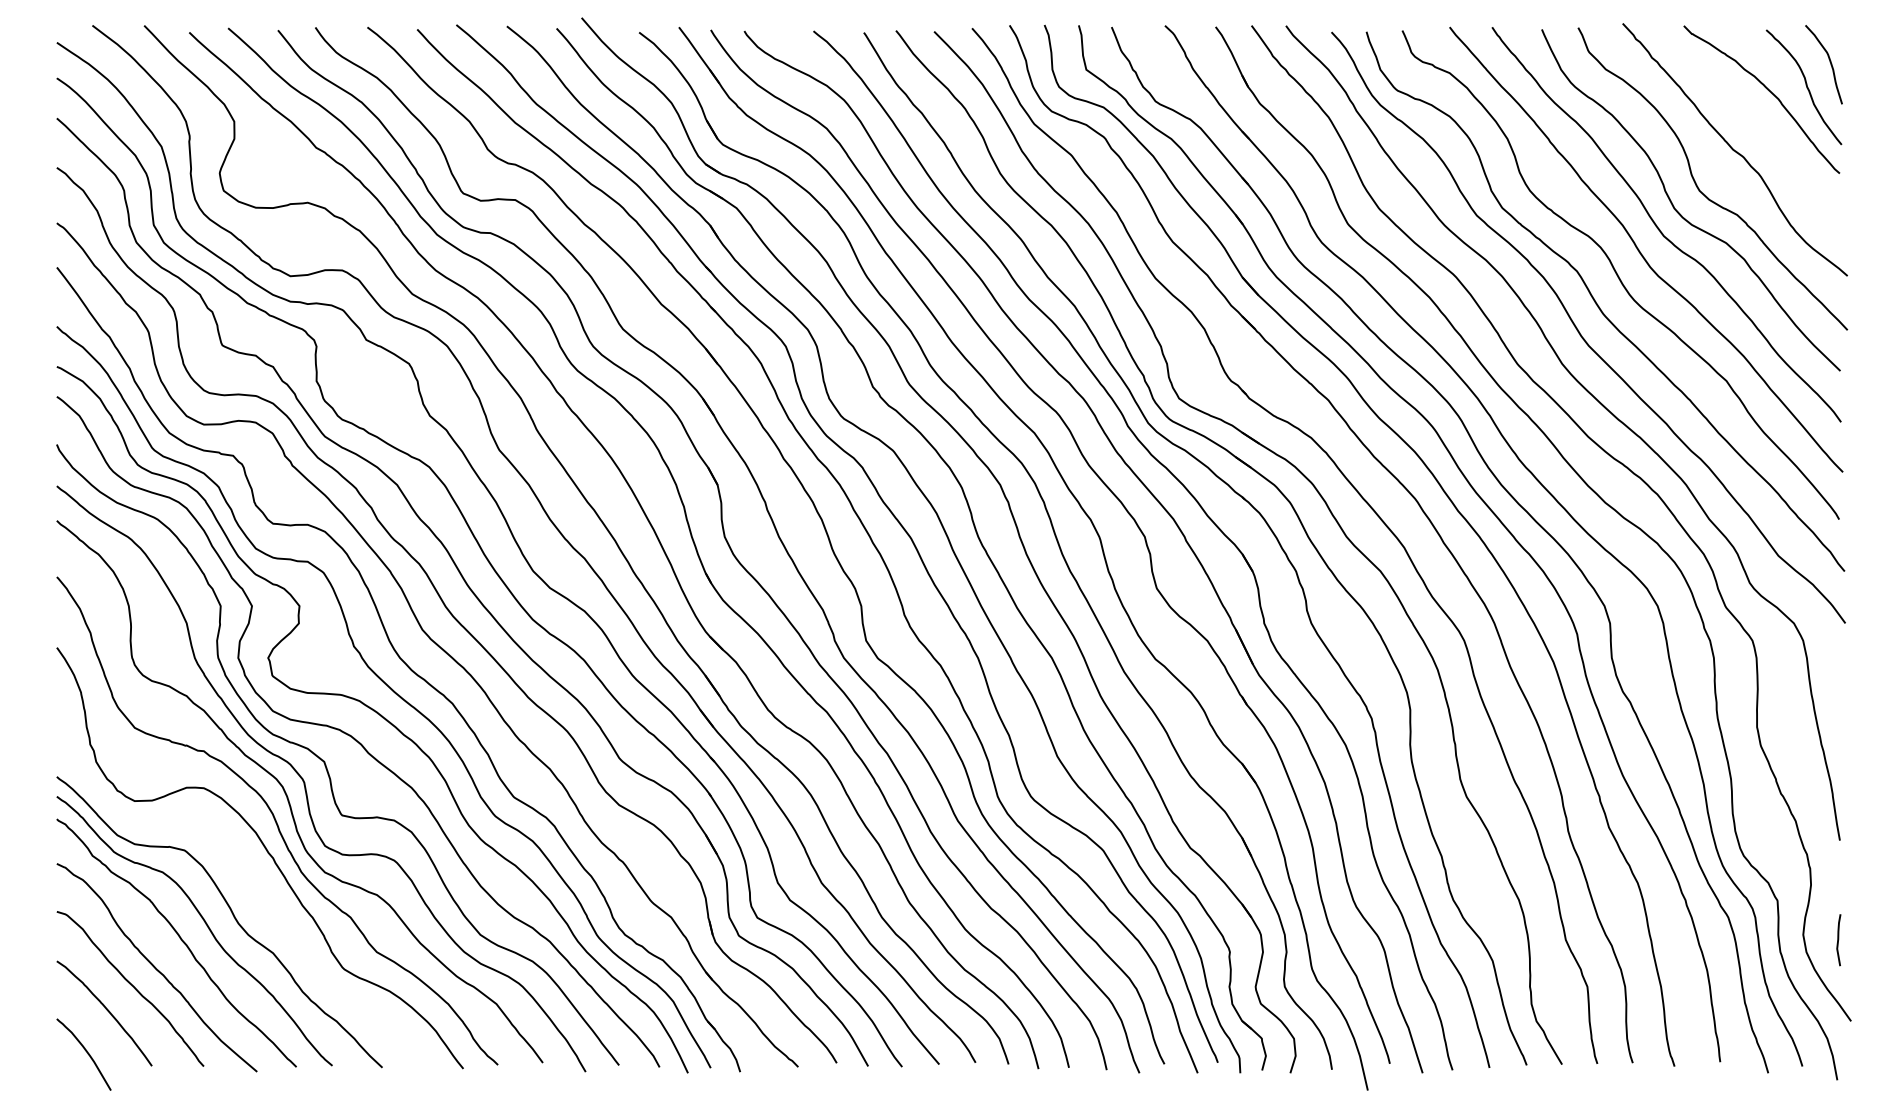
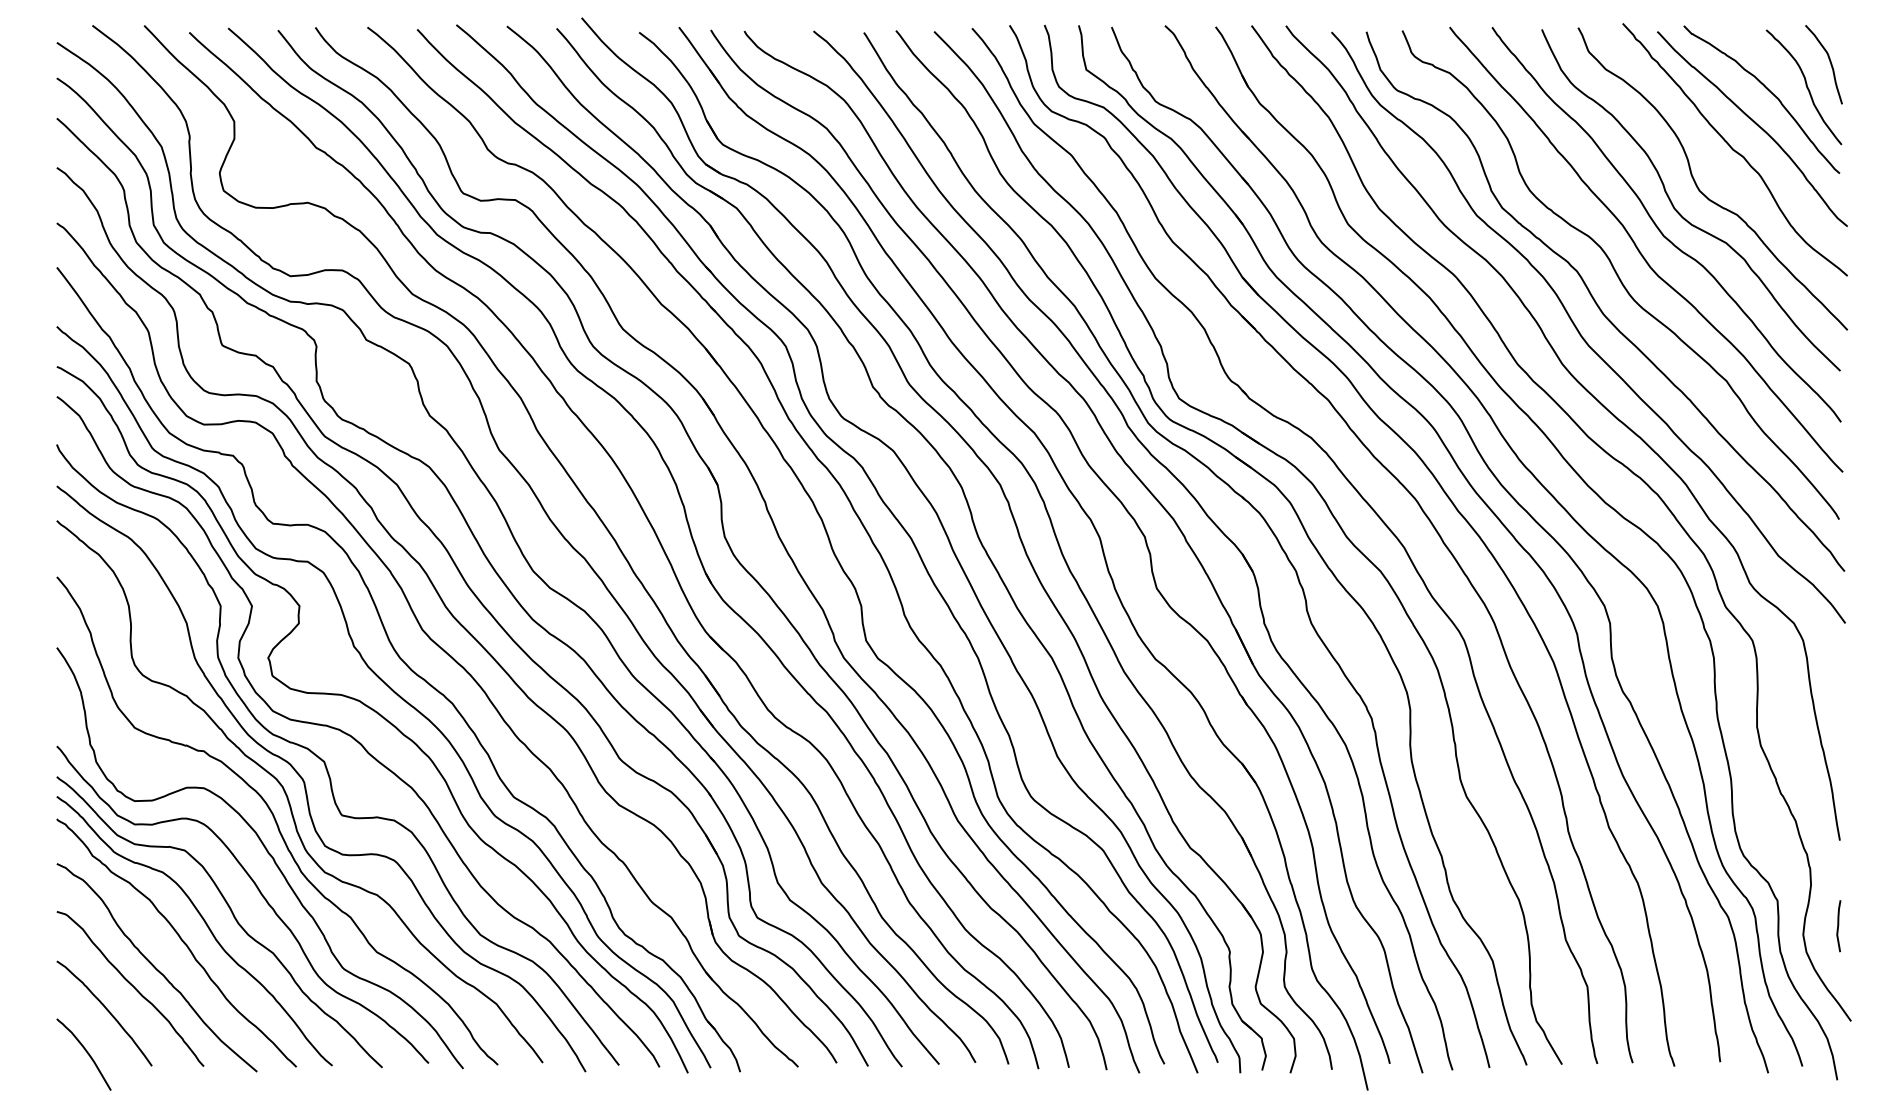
curve at (1755, 124): none -> present
curve at (260, 894): none -> present
curve at (1838, 940) position: (1838, 940) -> (1838, 926)
